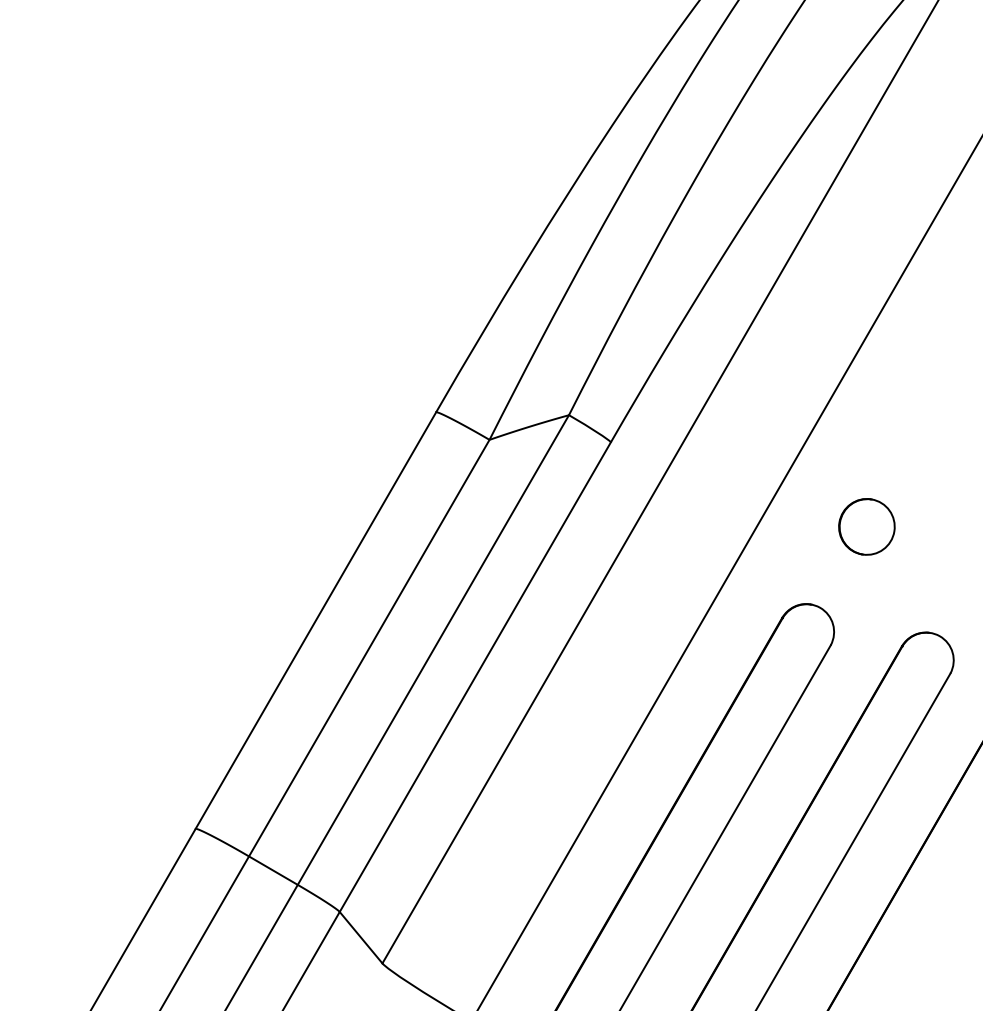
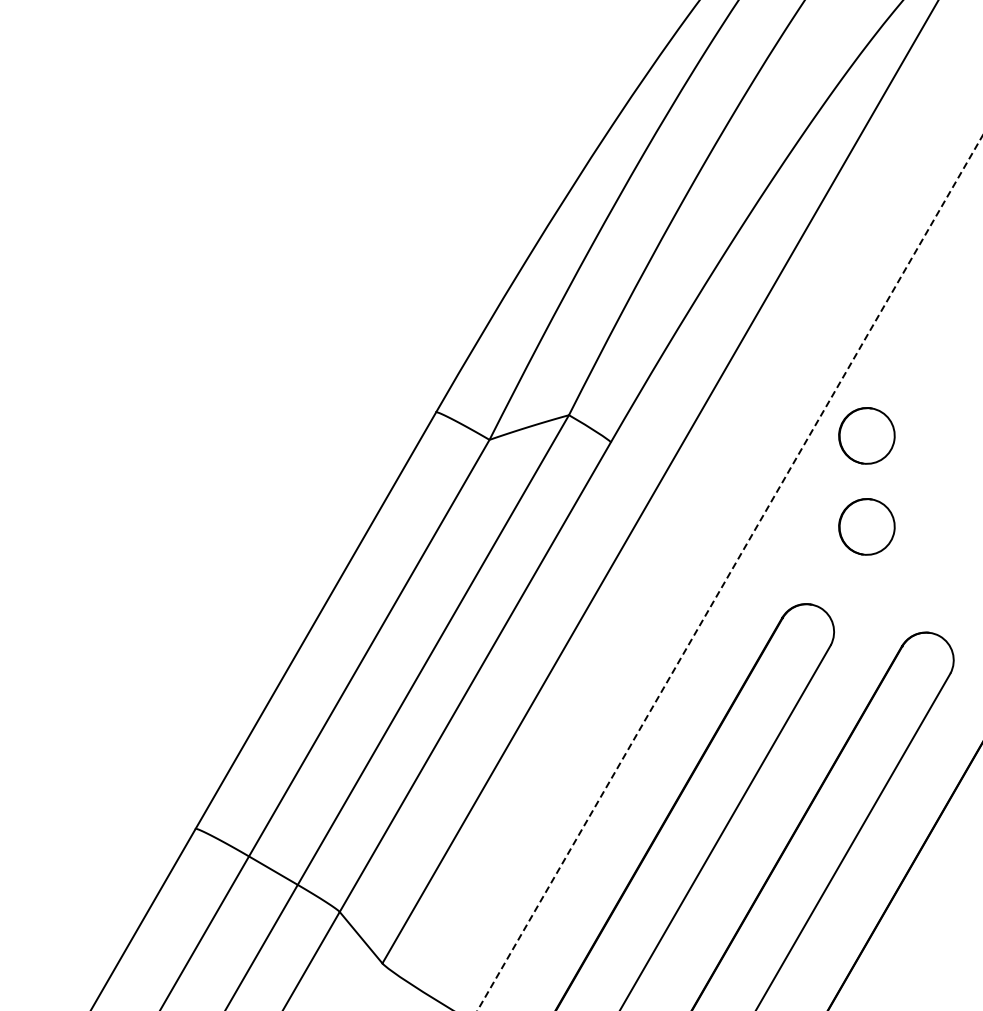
part at (866, 435): none -> present
line at (729, 573): solid -> dashed
